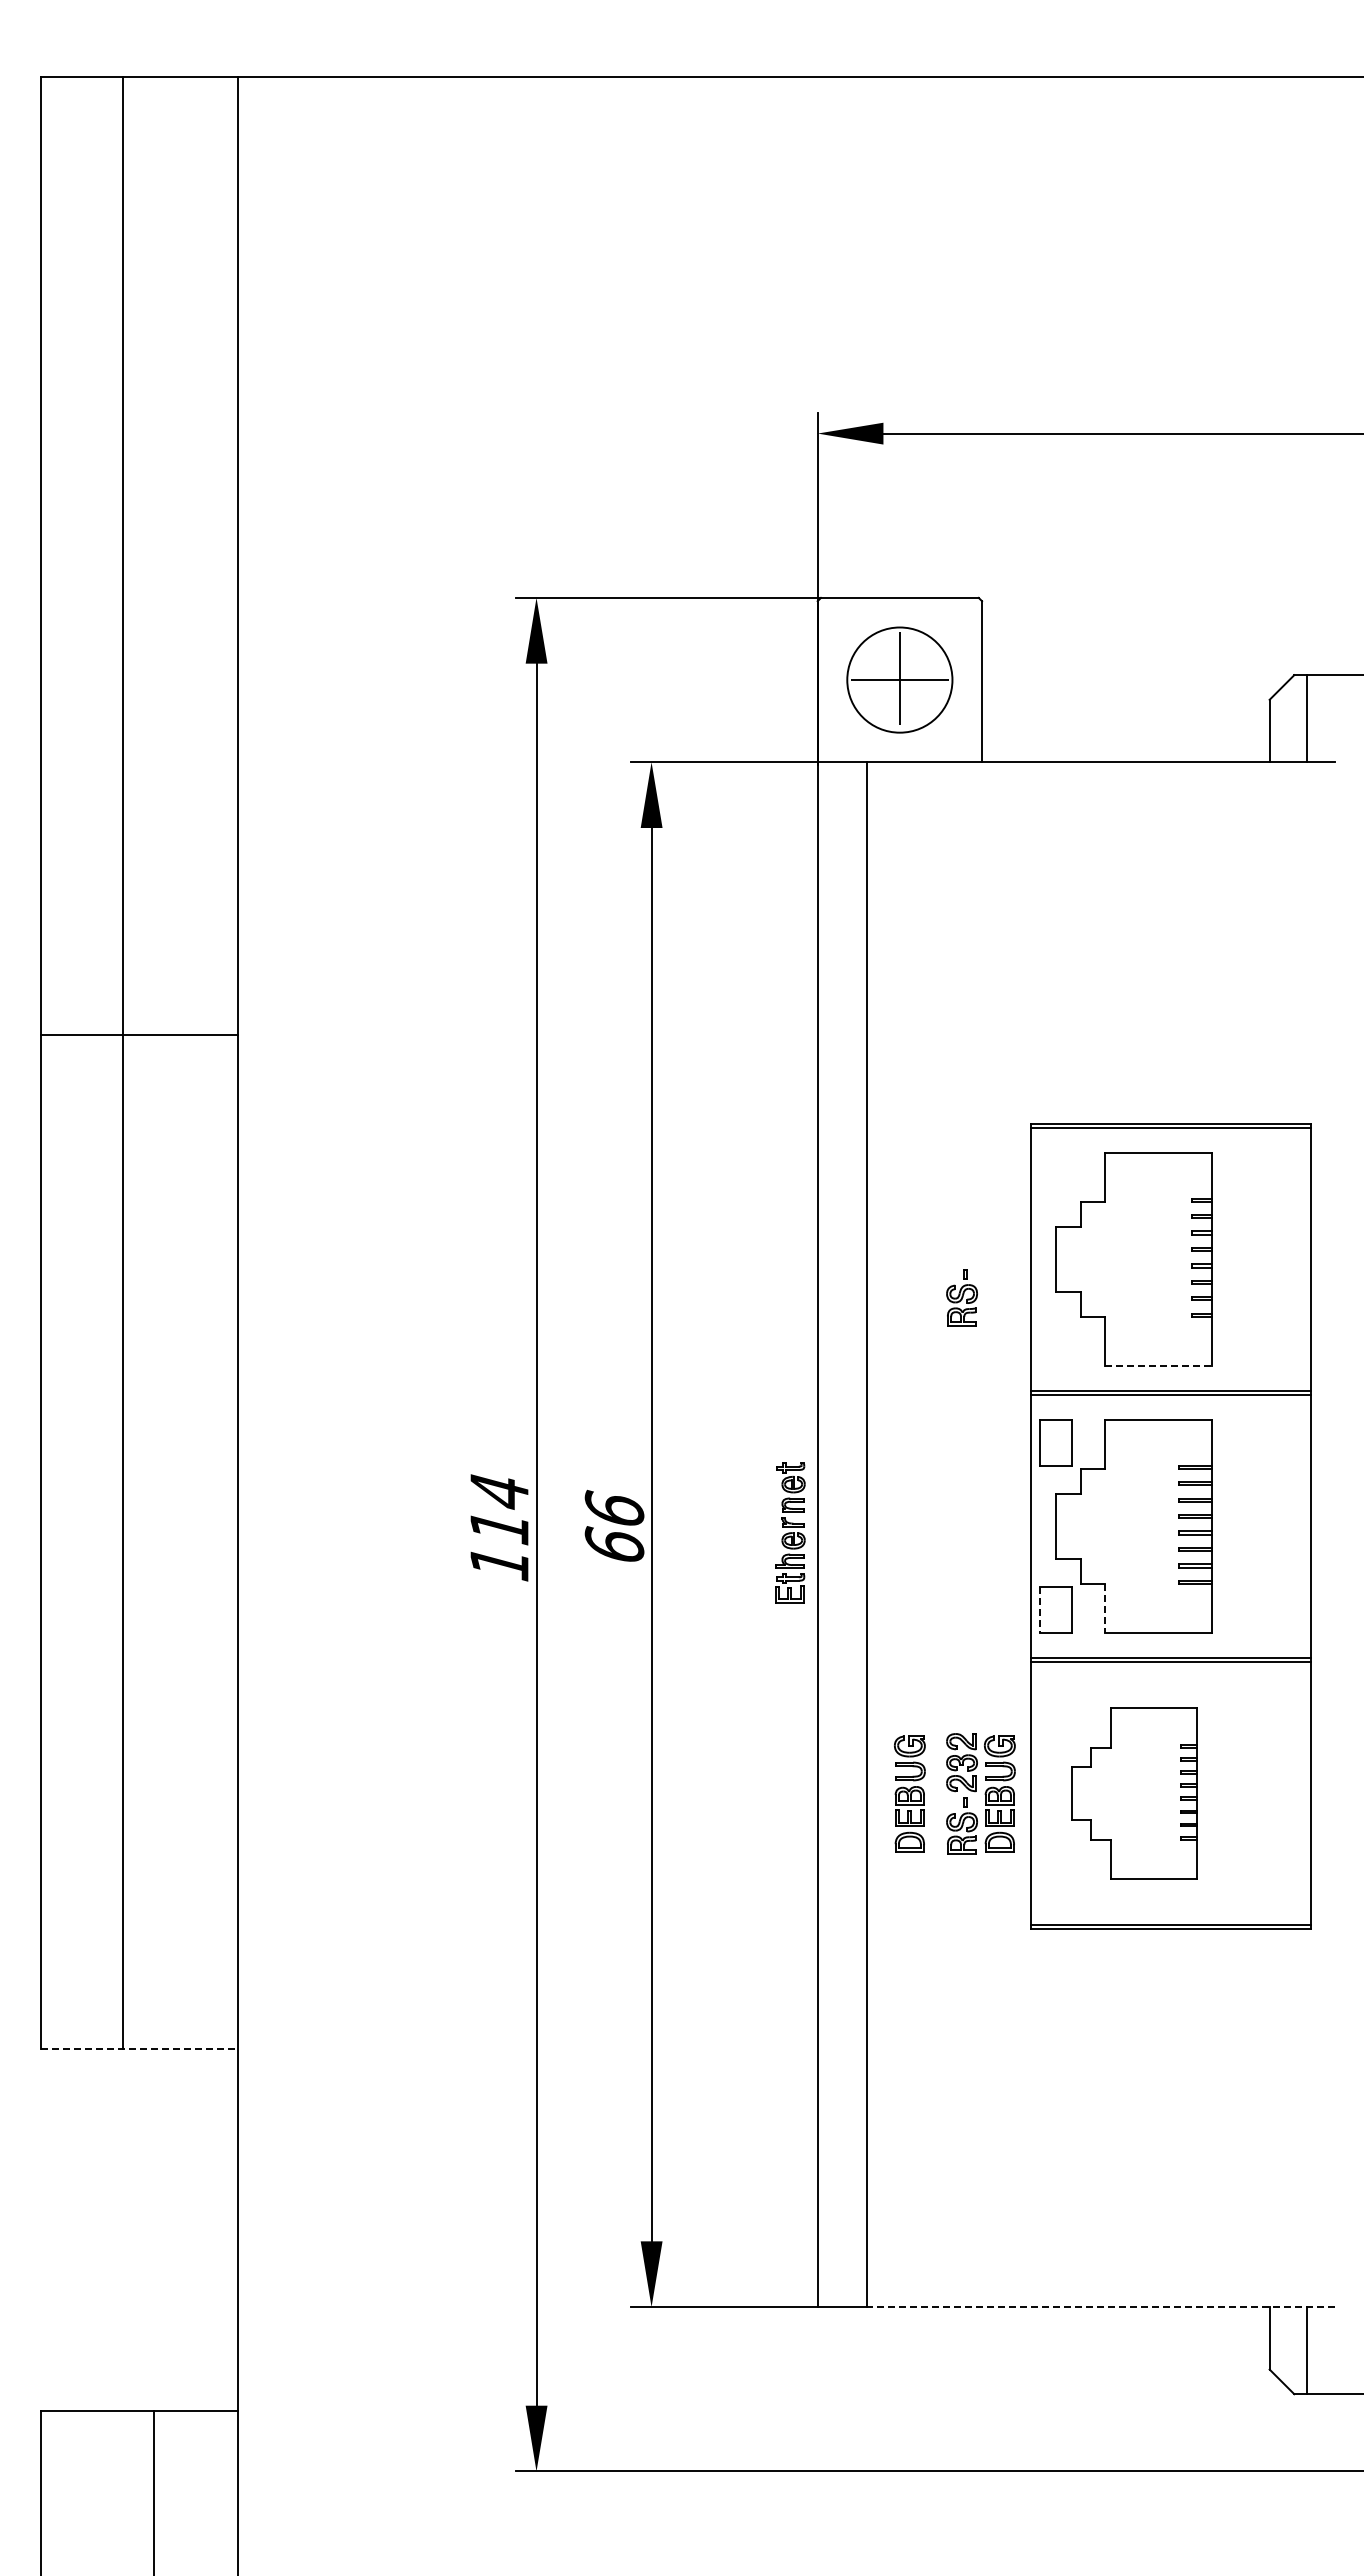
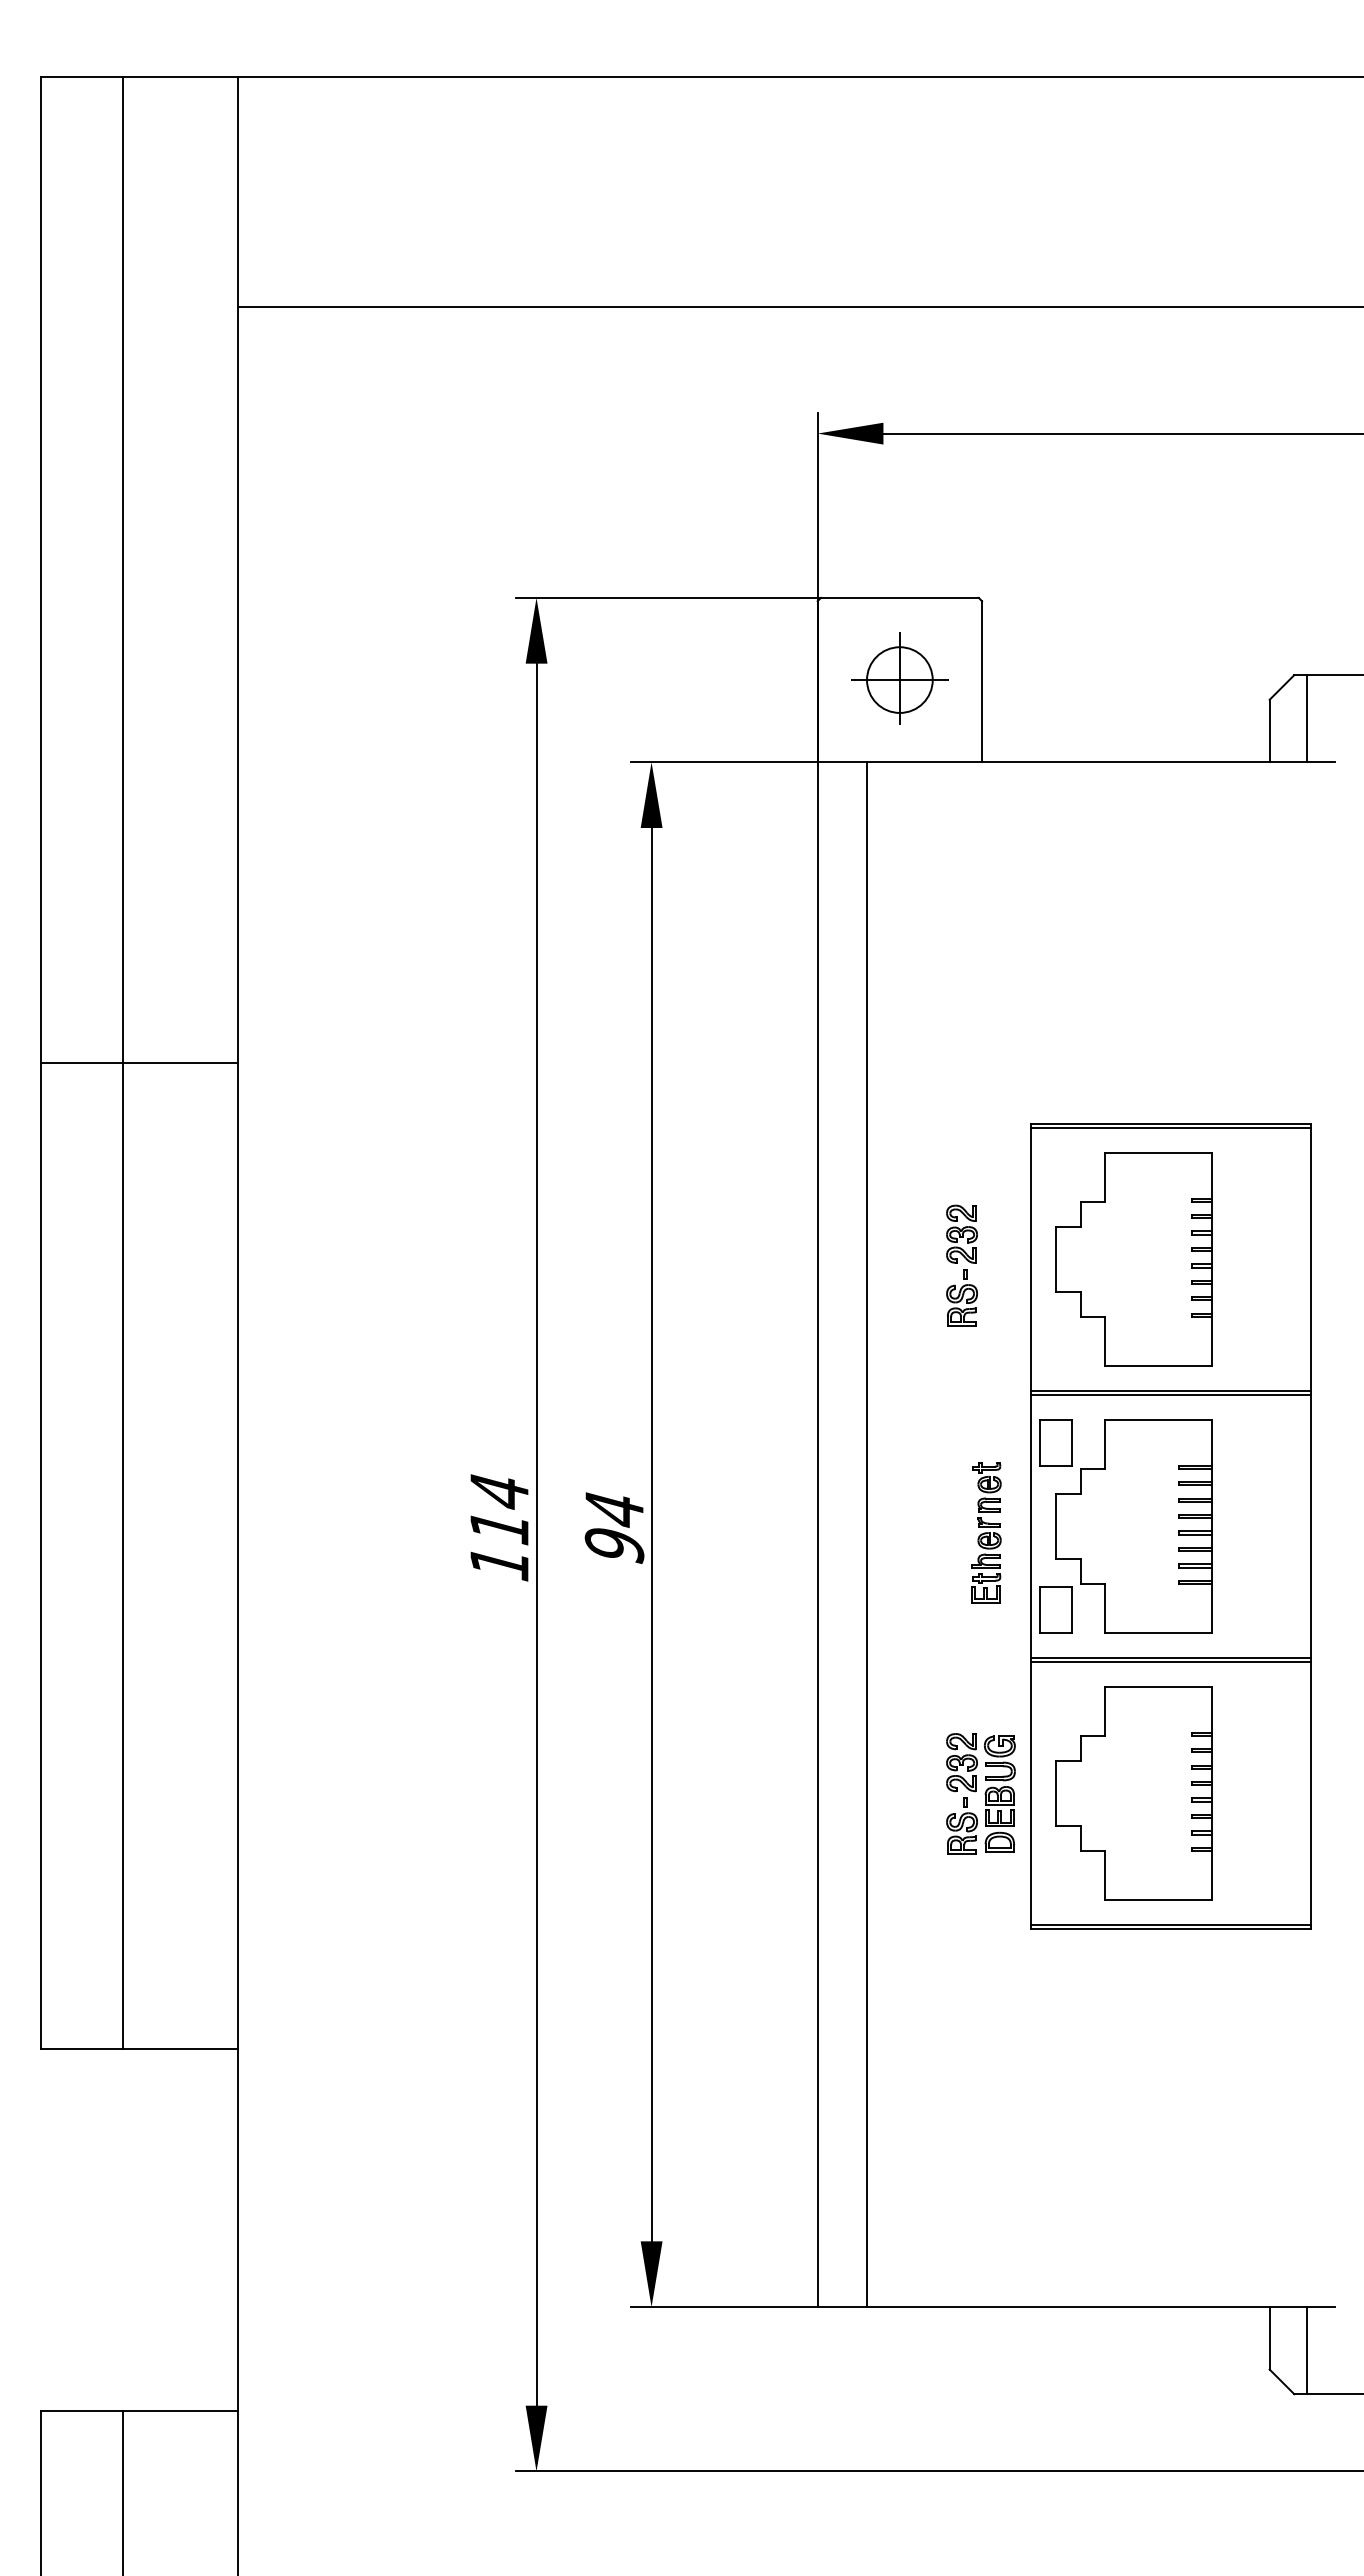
line at (799, 307): none -> present
circle at (899, 679) diameter: 105 px -> 66 px
line at (139, 1035) position: (139, 1035) -> (139, 1063)
part at (961, 1233): none -> present
line at (1159, 1366): dashed -> solid
text at (614, 1526): 66 -> 94
part at (790, 1532) position: (790, 1532) -> (986, 1532)
line at (1105, 1608): dashed -> solid
line at (1039, 1610): dashed -> solid
part at (909, 1793): present -> none
part at (1134, 1793) size: 127x173 px -> 158x215 px
line at (139, 2049): dashed -> solid
line at (1100, 2307): dashed -> solid
line at (154, 2491) position: (154, 2491) -> (123, 2491)
